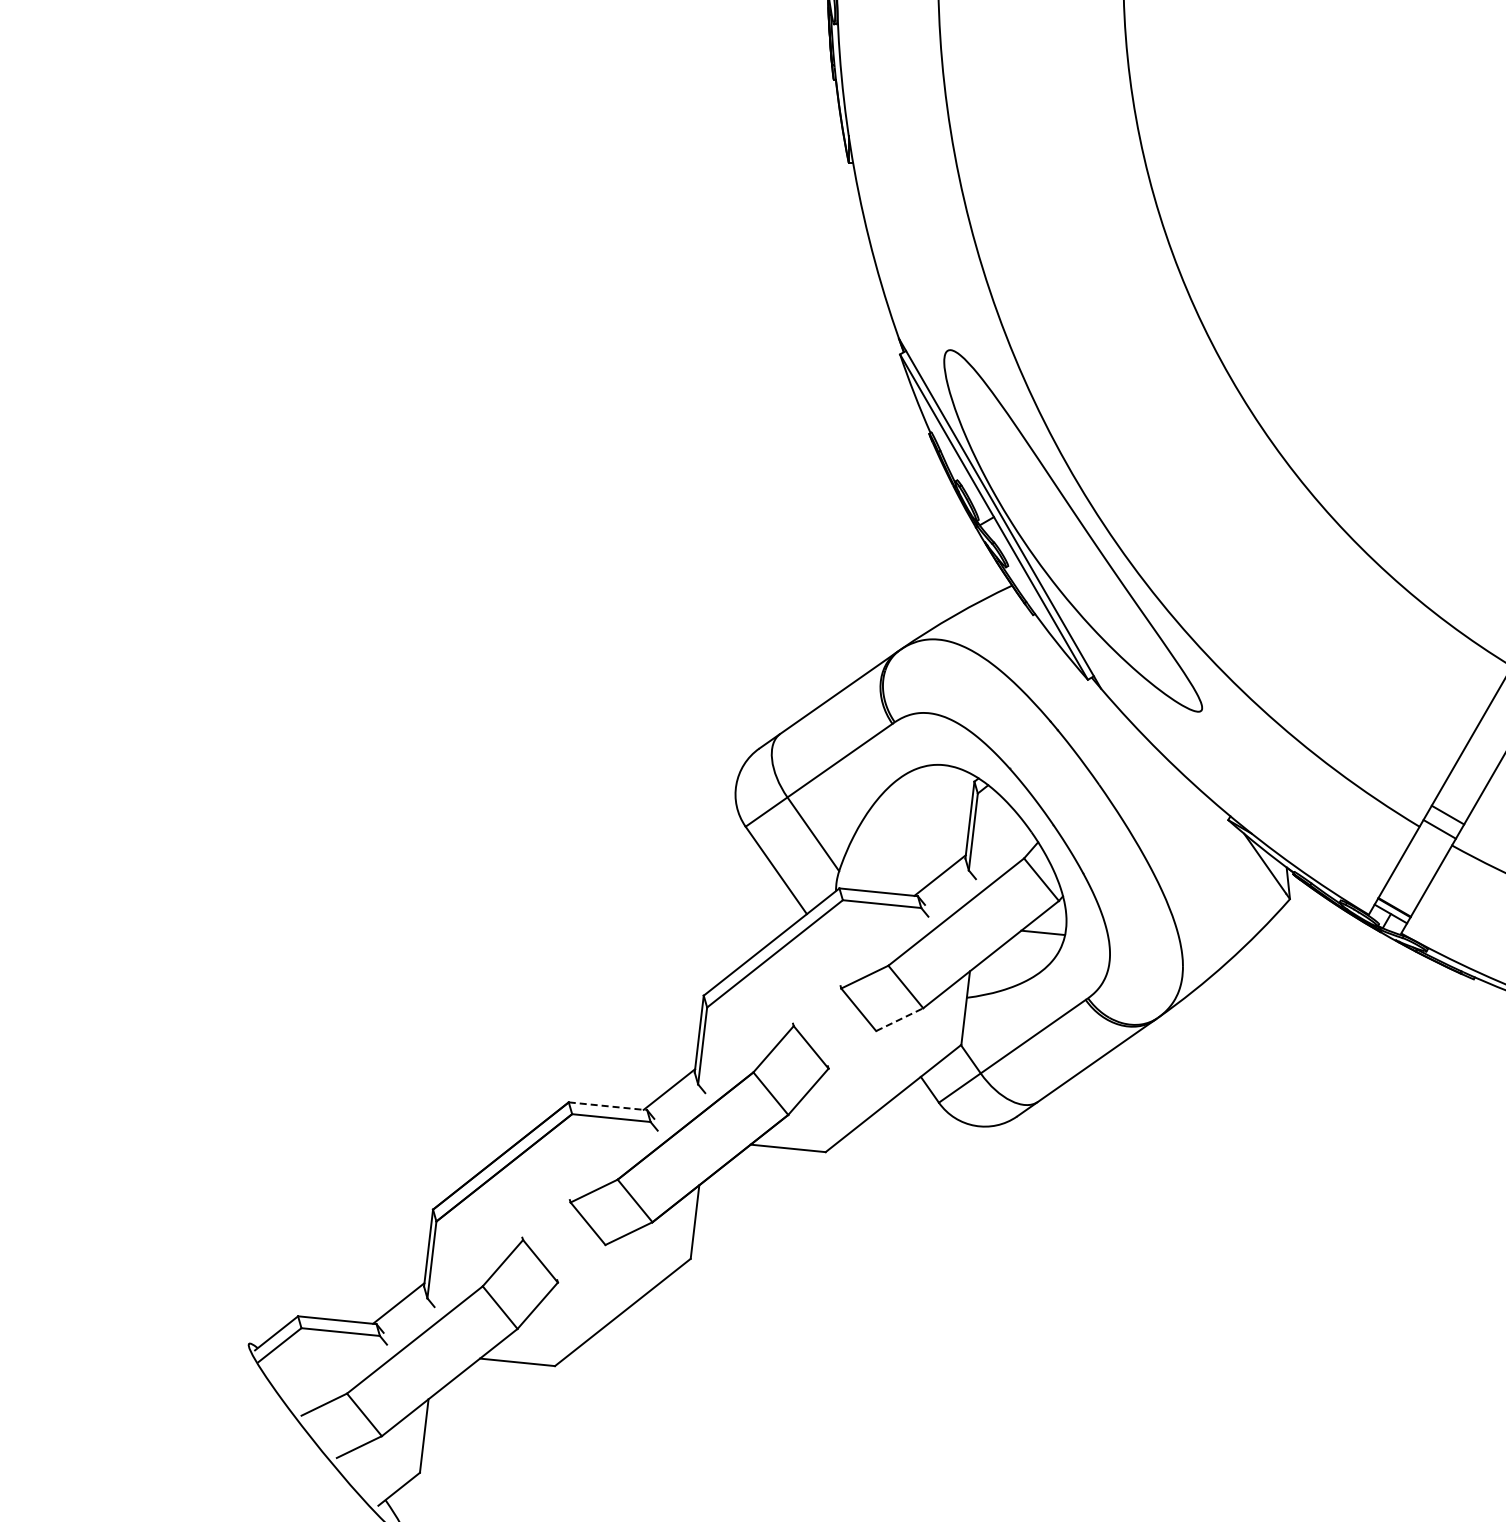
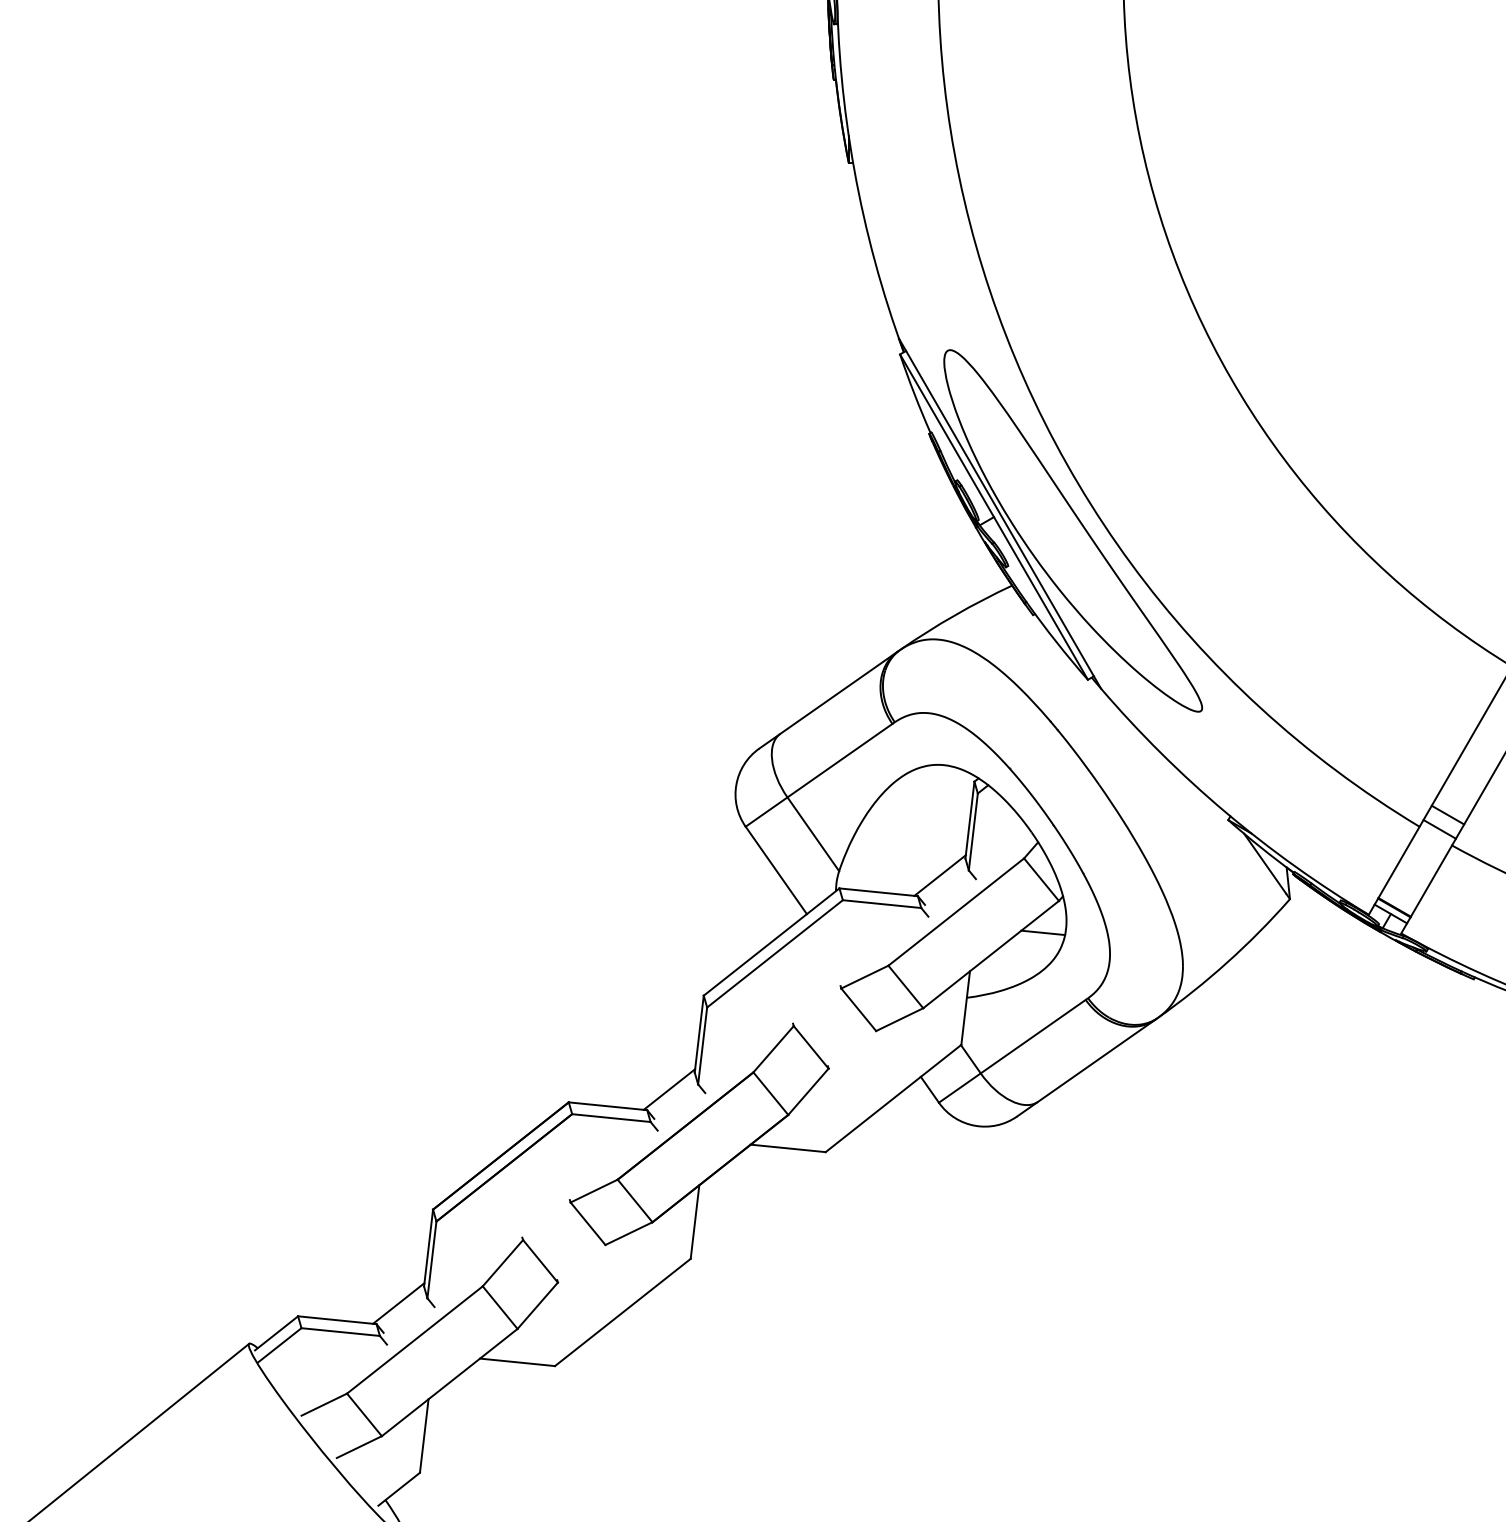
line at (900, 1019): dashed -> solid
line at (608, 1106): dashed -> solid
line at (140, 1430): none -> present
